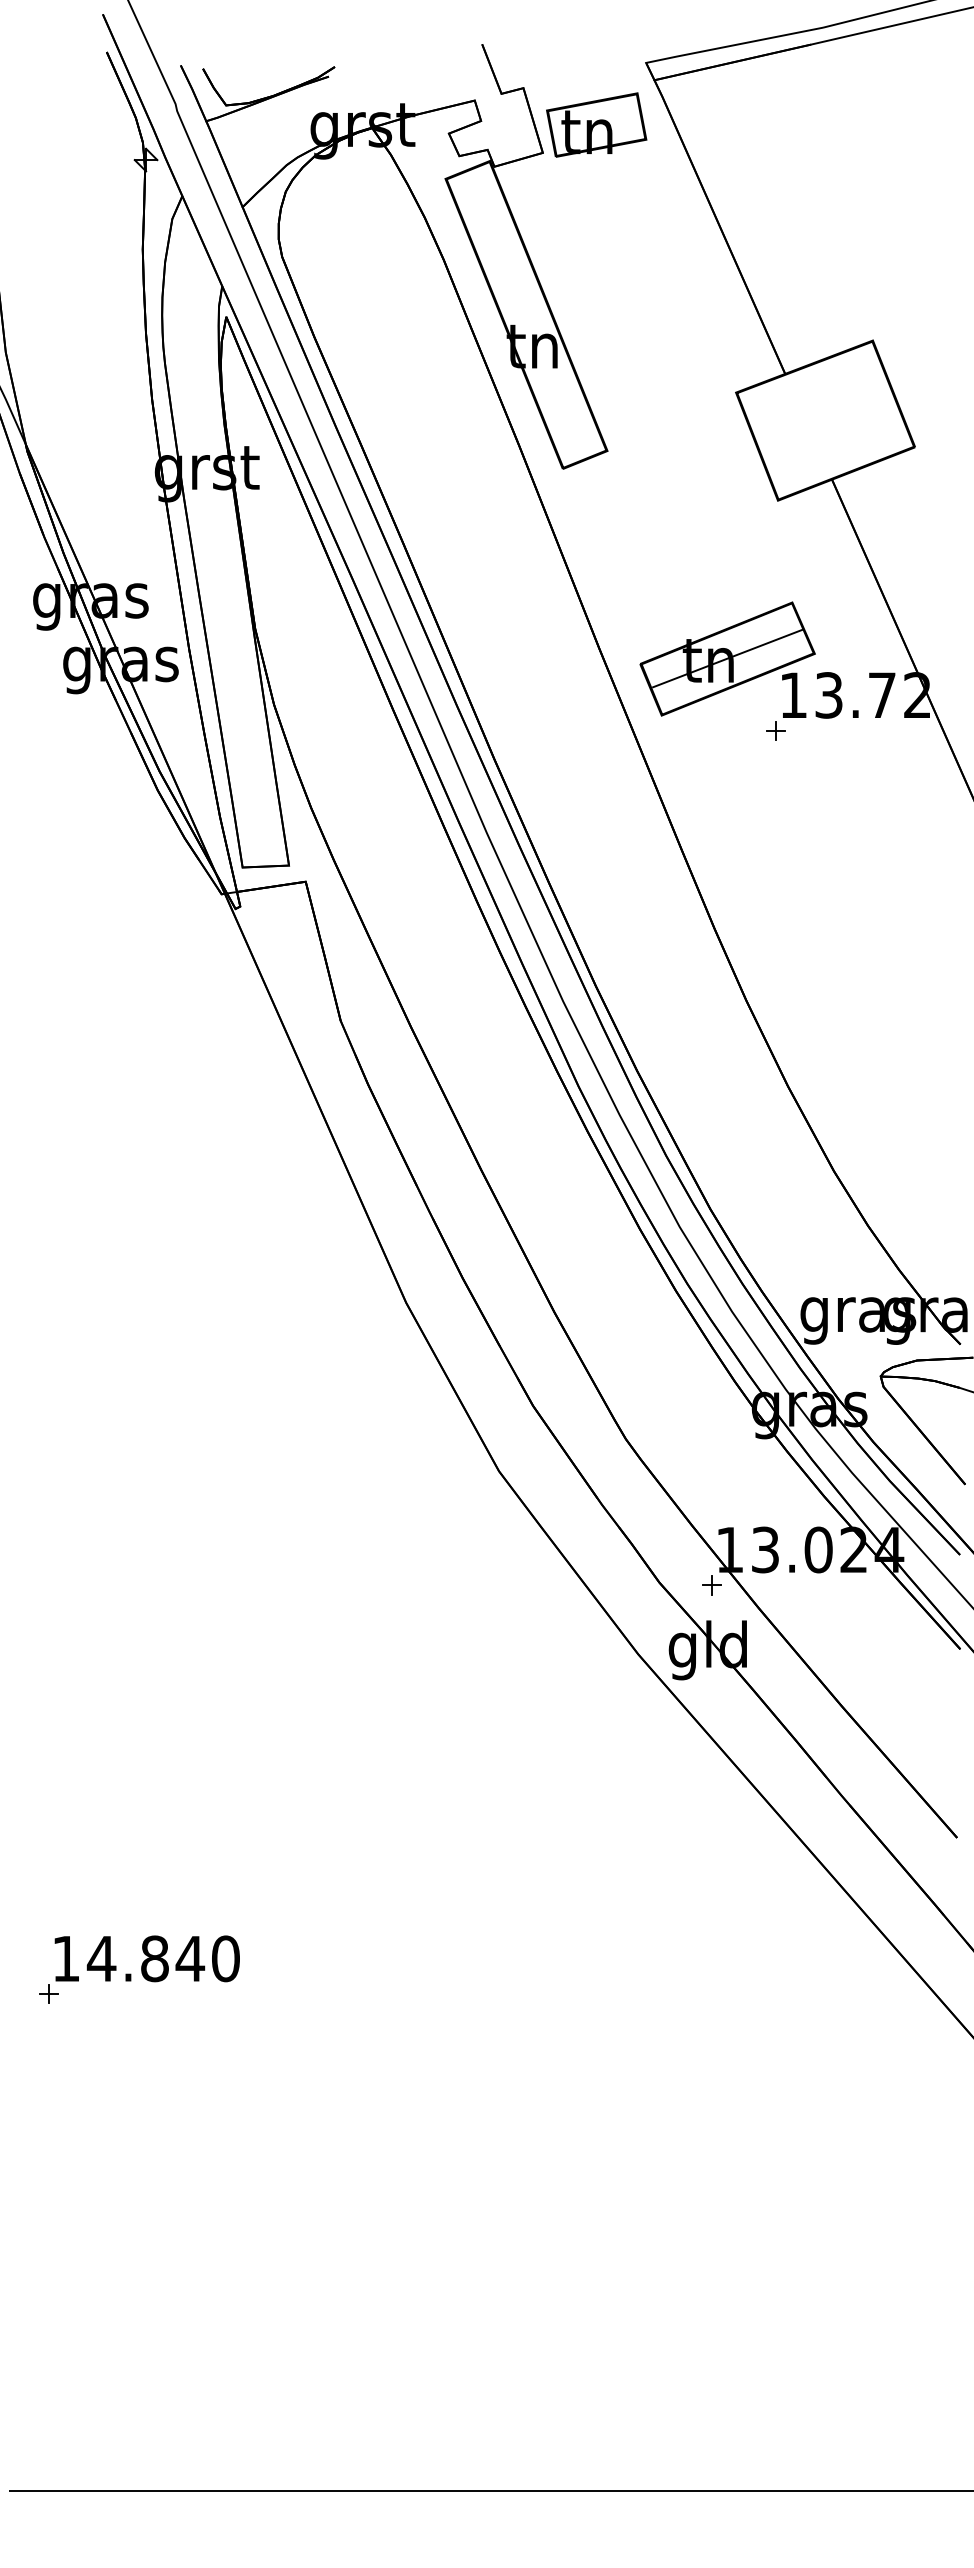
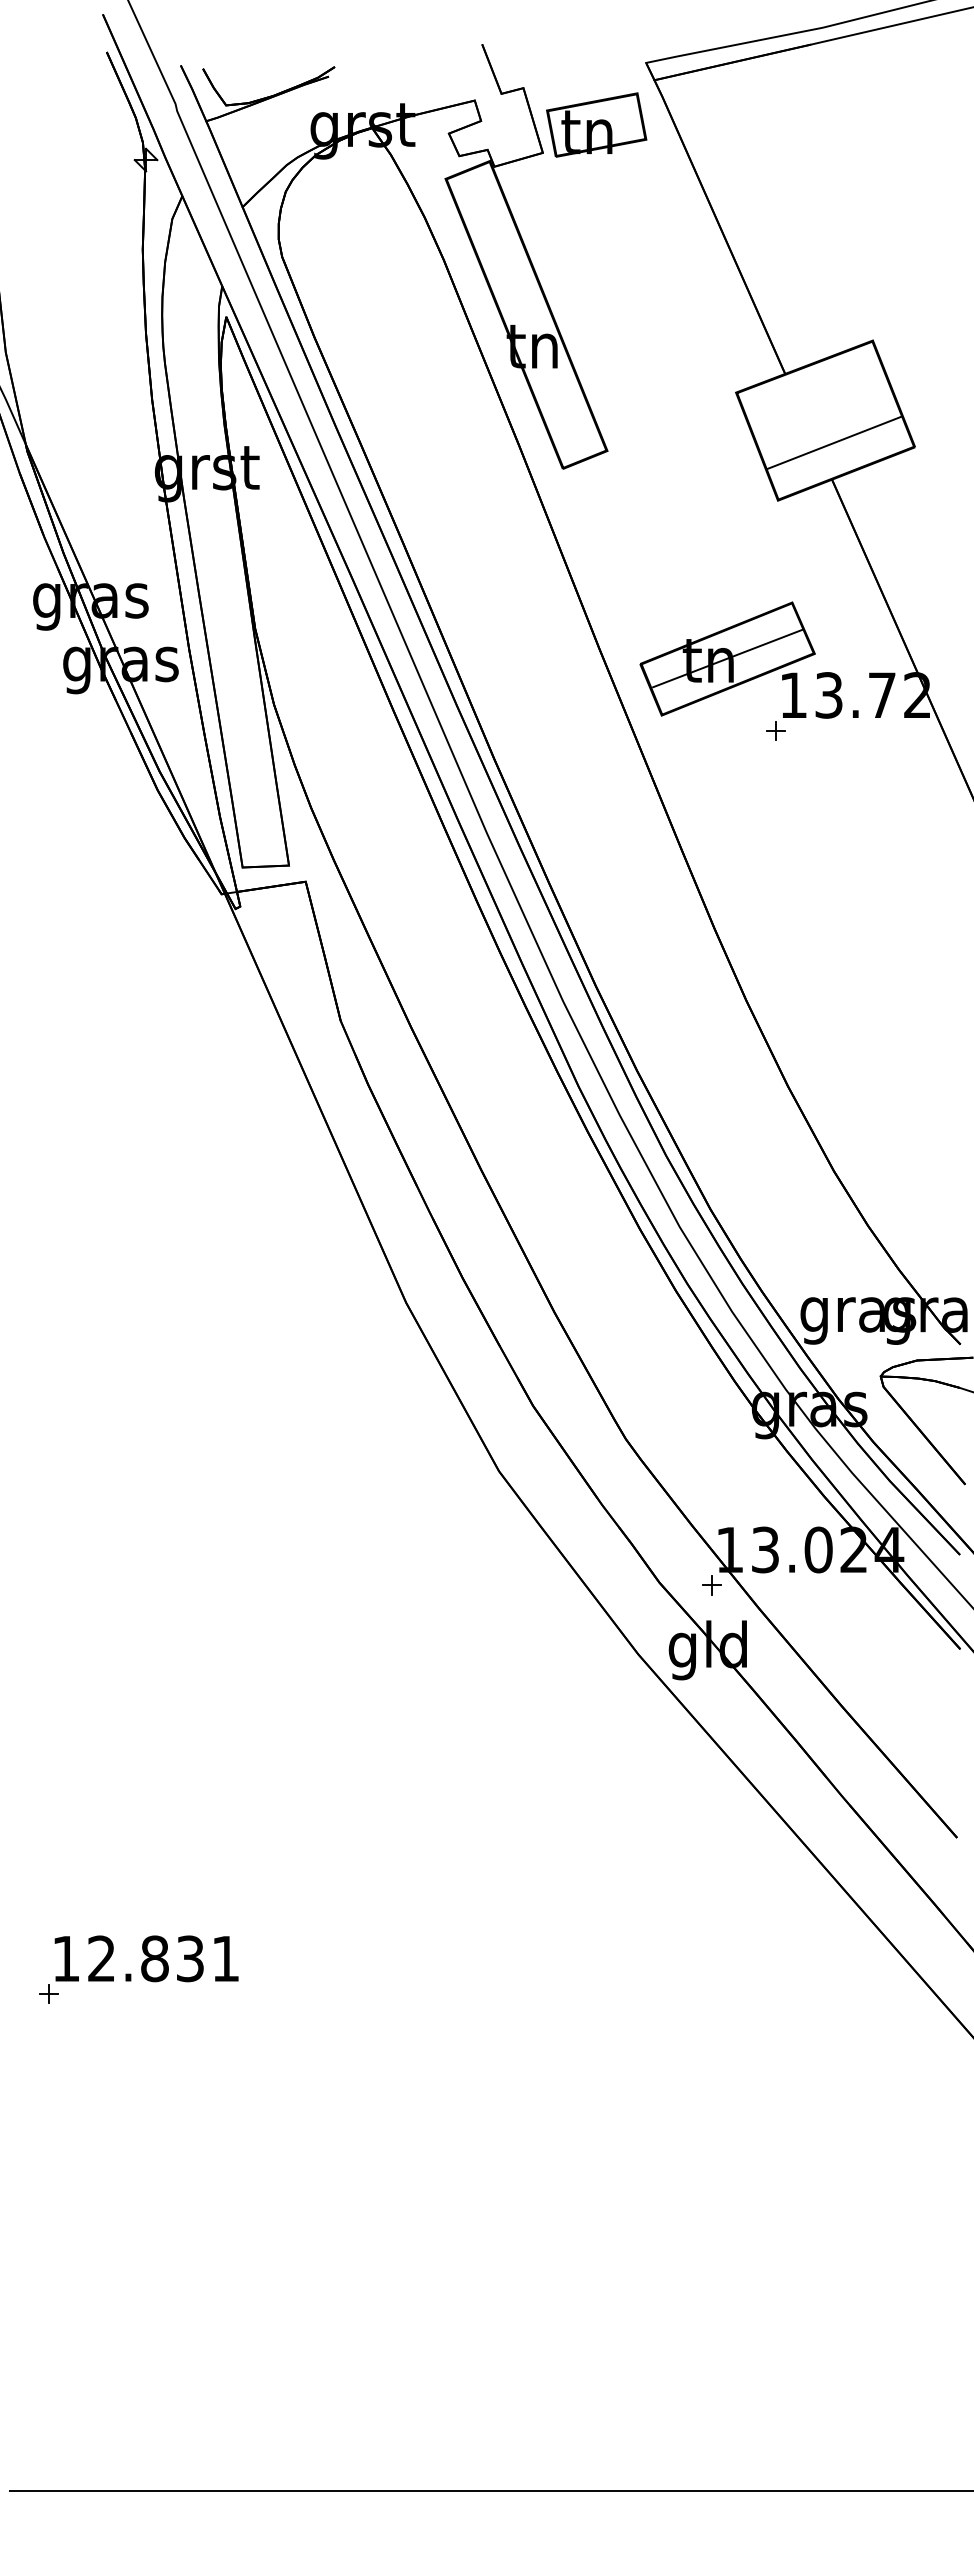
line at (834, 442): none -> present
text at (162, 1958): 14.840 -> 12.831
